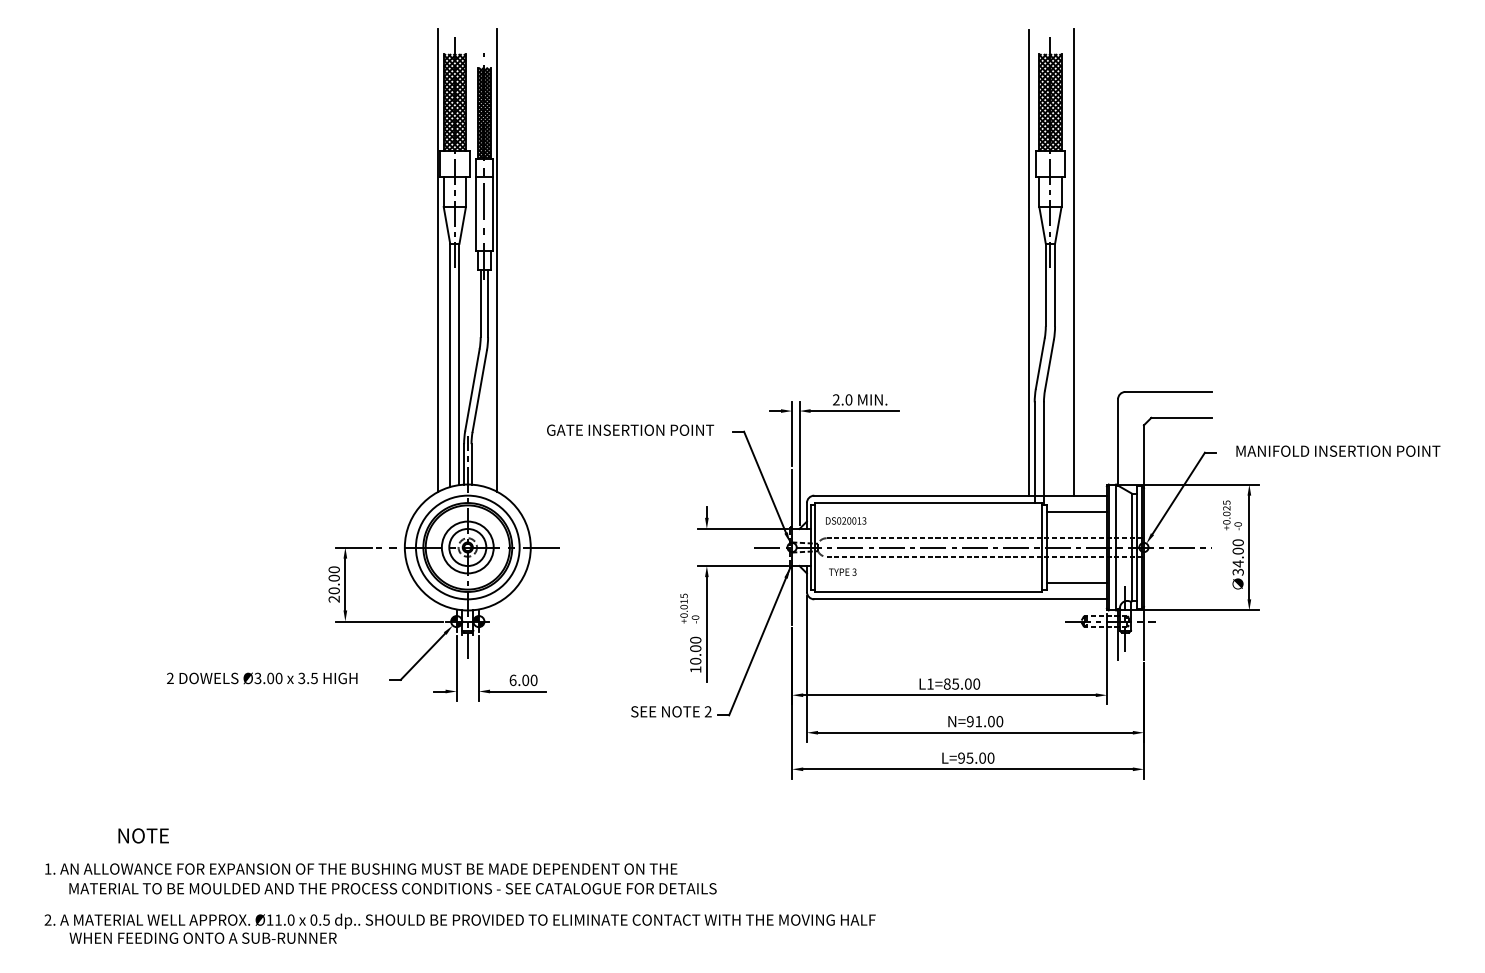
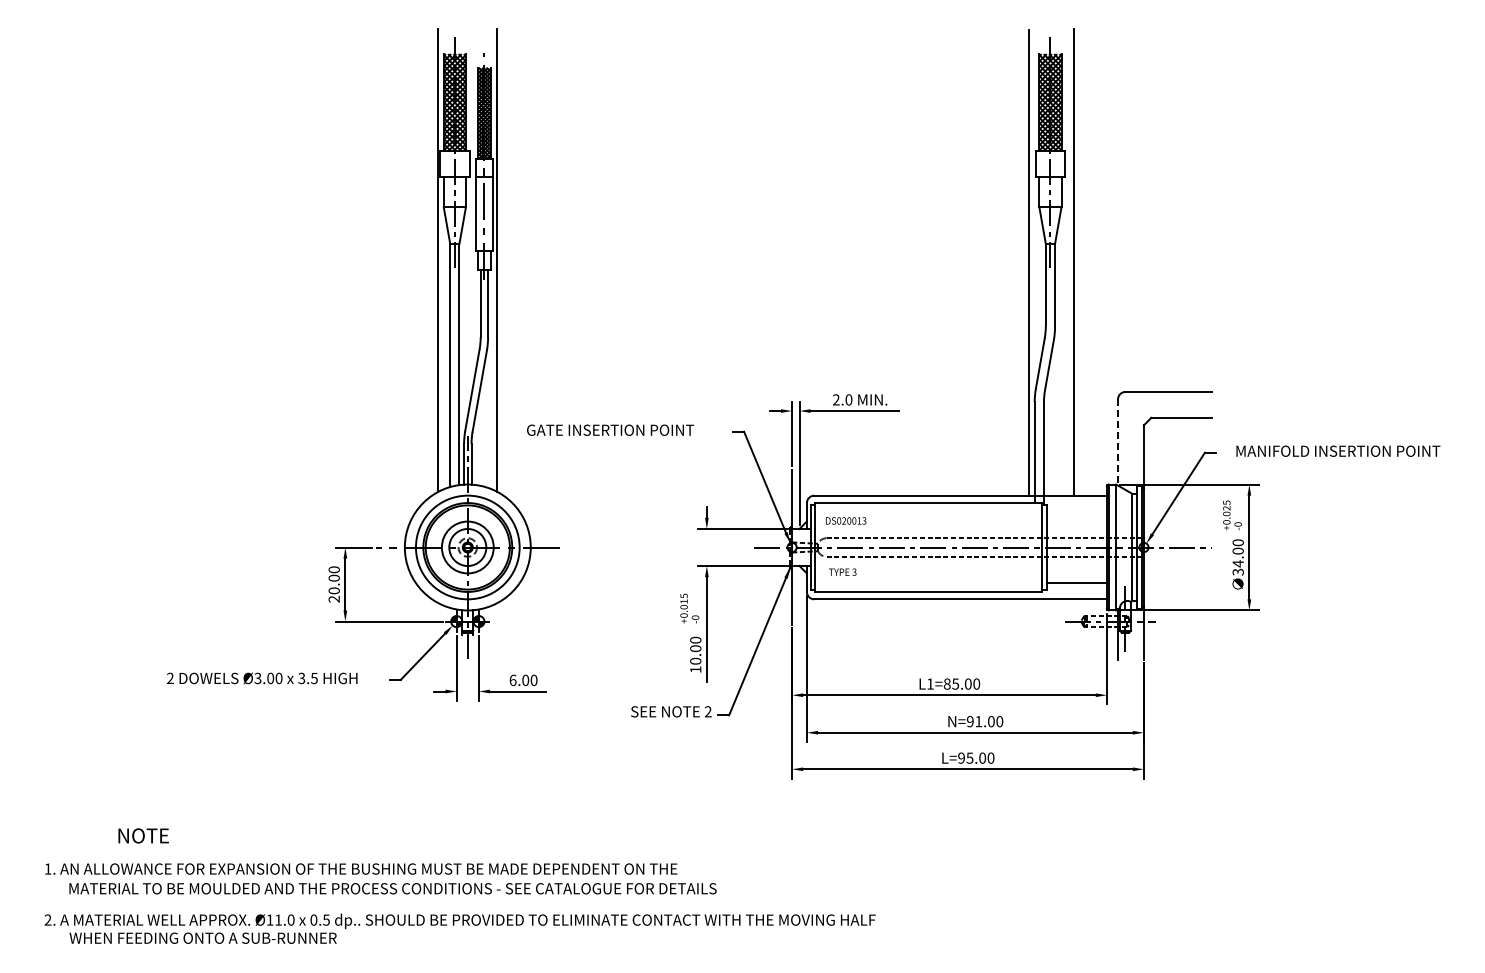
text at (630, 429) position: (630, 429) -> (610, 429)
line at (1118, 442): solid -> dashed
line at (1076, 512): present -> none
